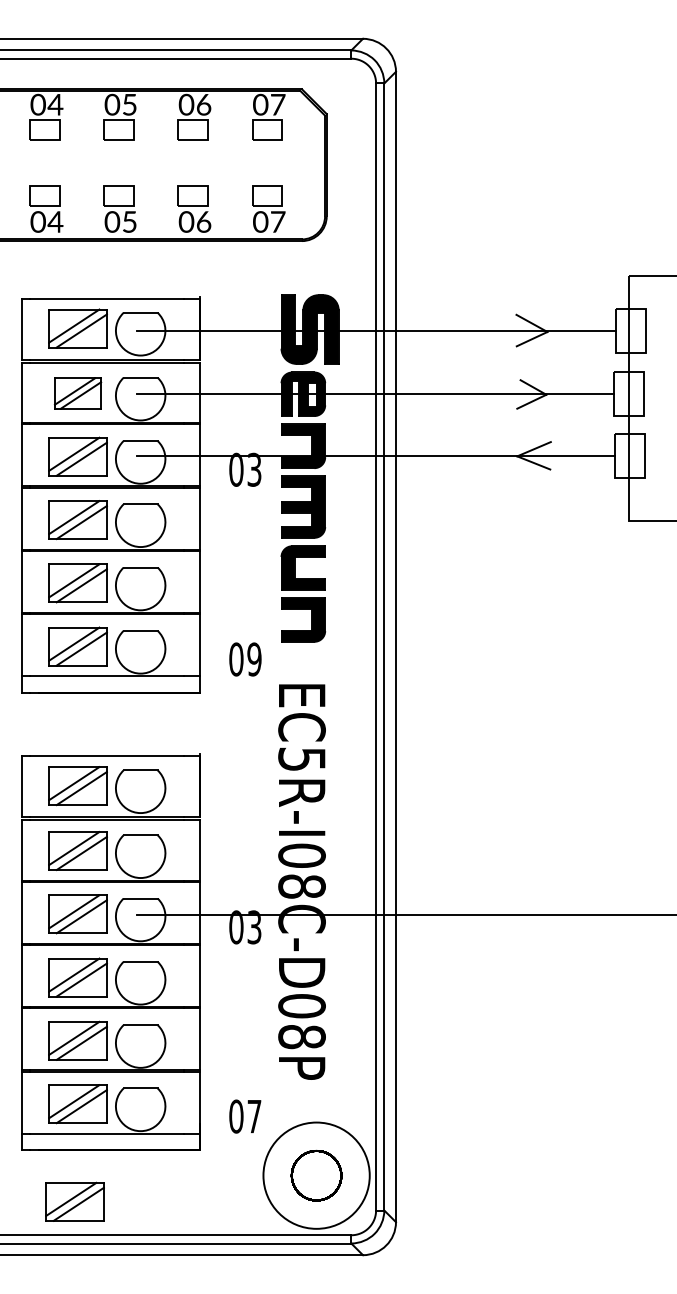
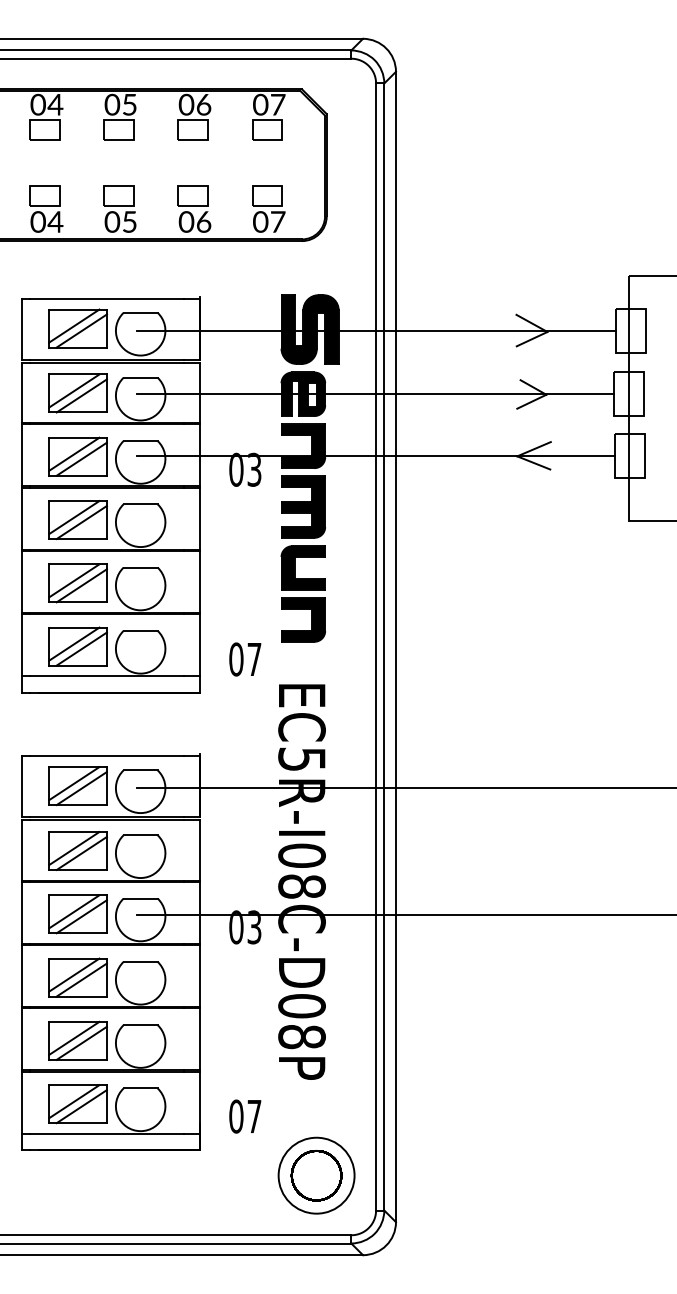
part at (77, 393) size: 50x33 px -> 60x41 px
text at (254, 659): 09 -> 07
line at (404, 788): none -> present
circle at (316, 1175) diameter: 106 px -> 76 px
part at (74, 1201): present -> none
